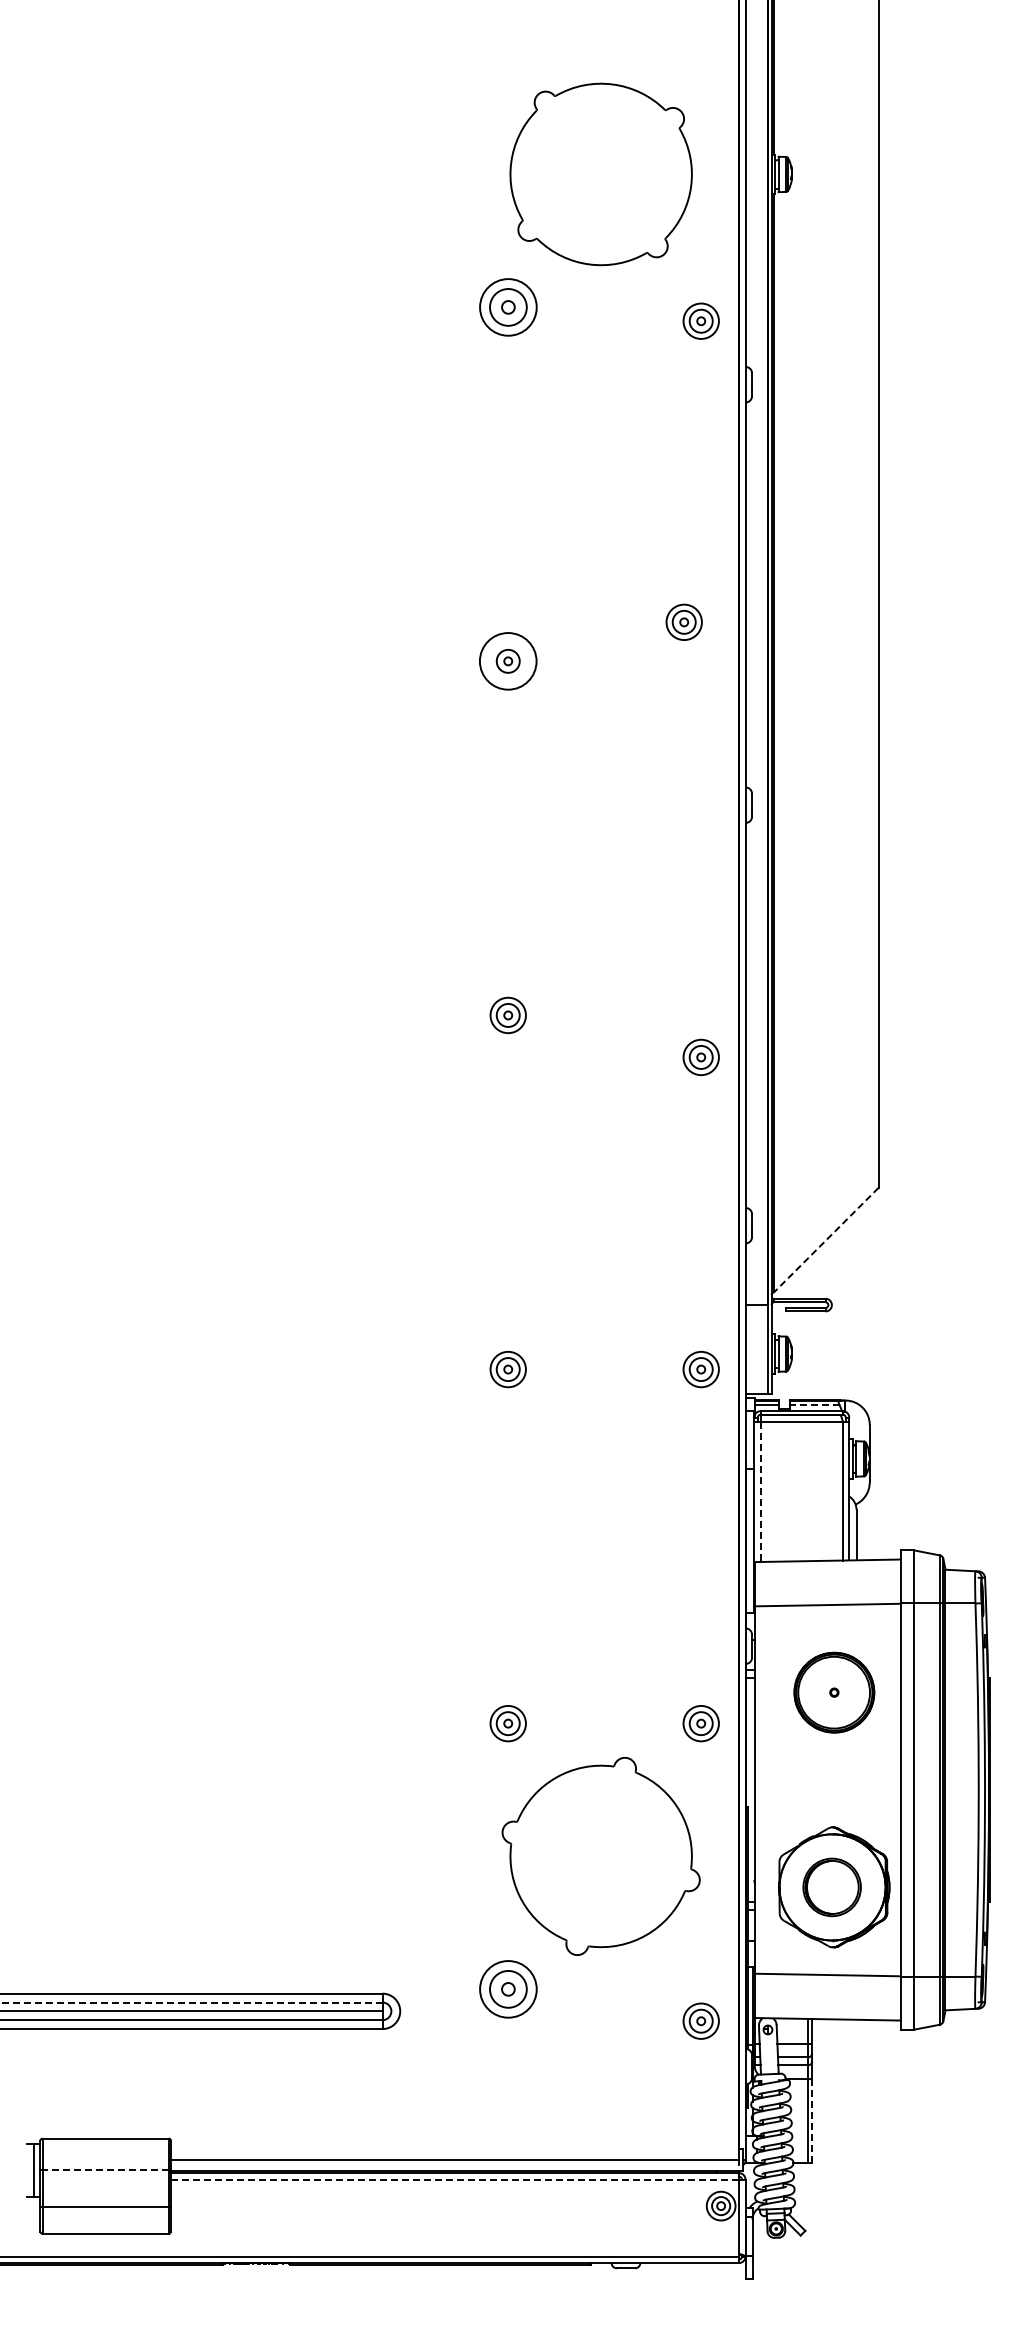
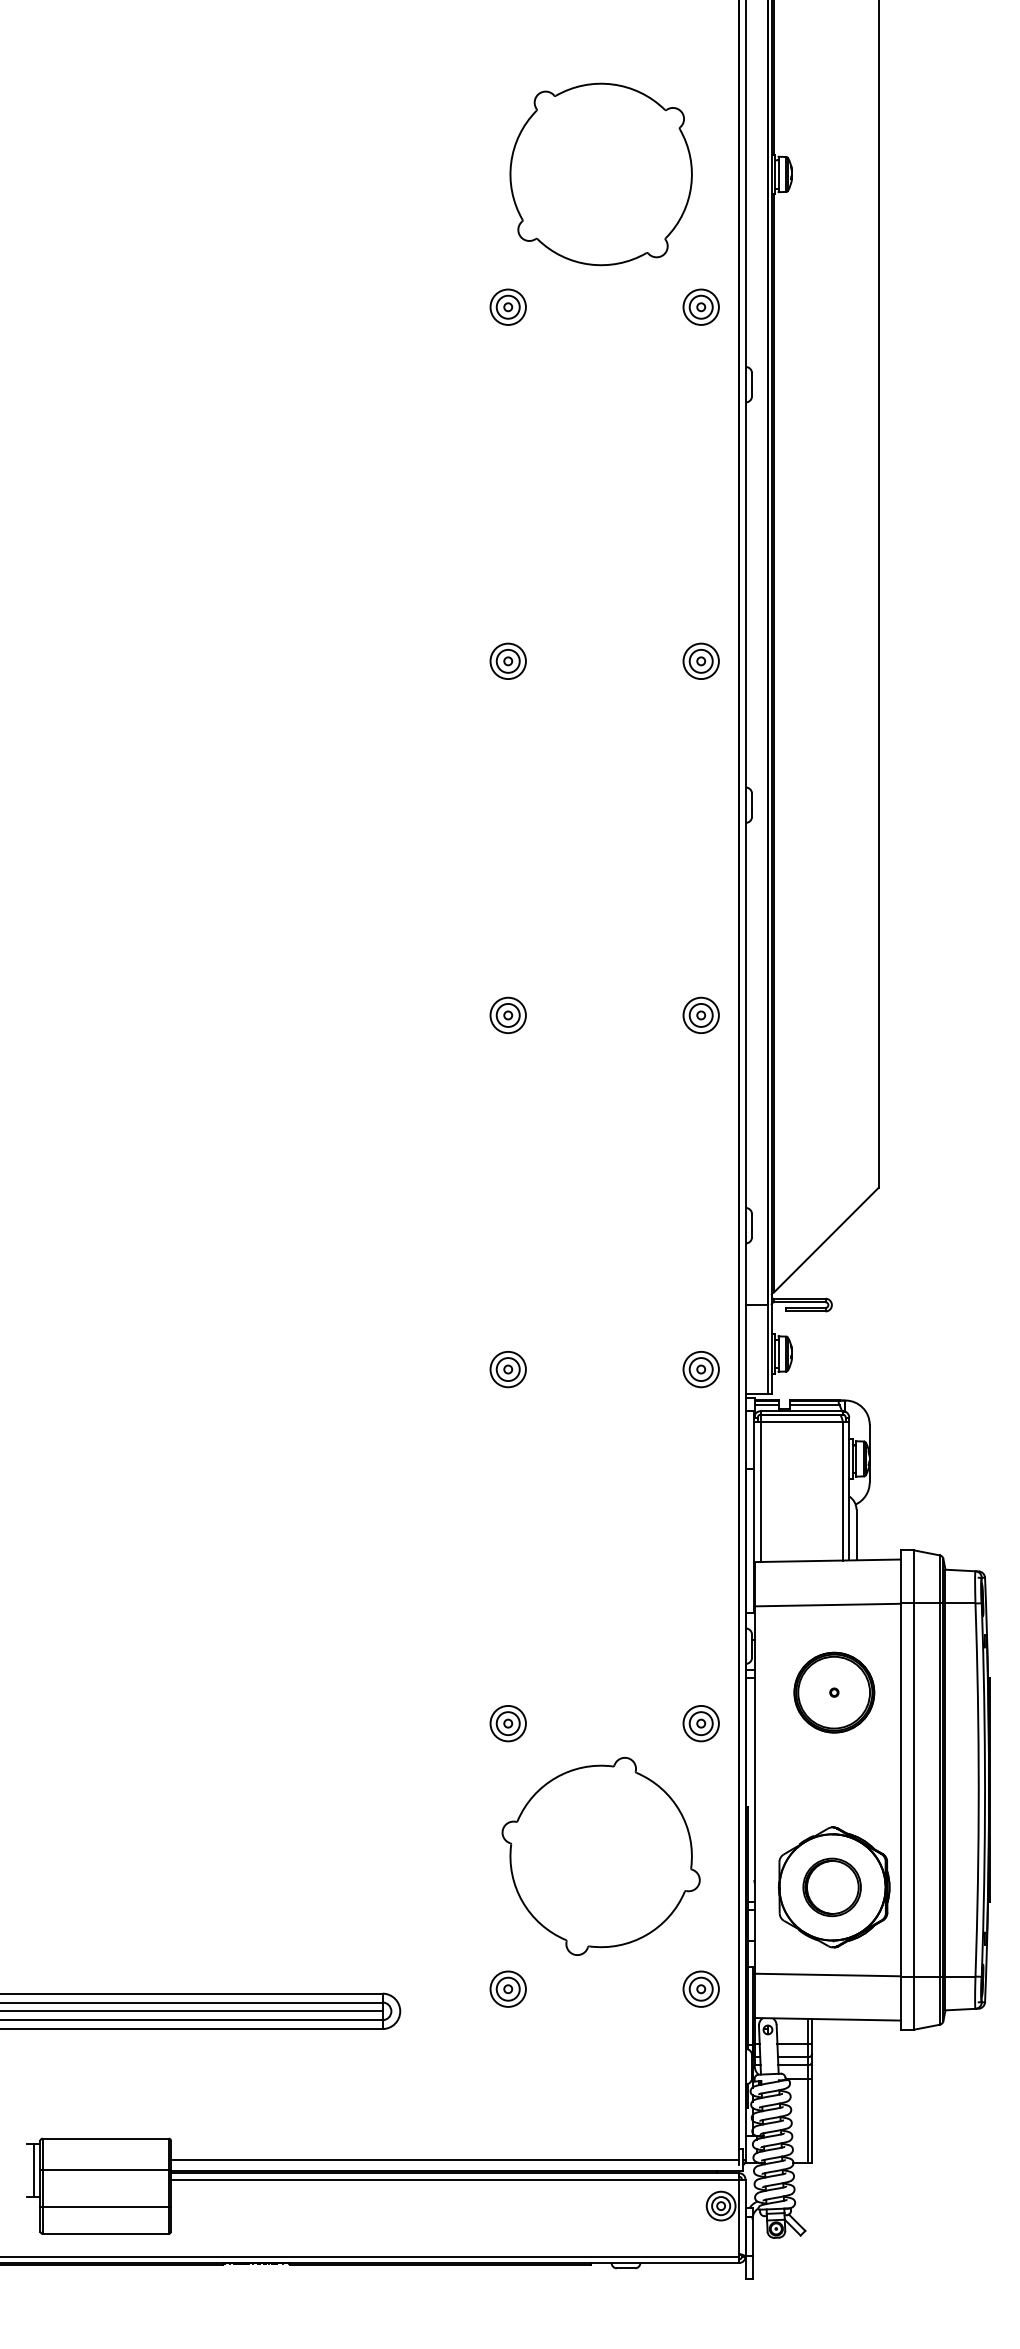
part at (508, 307) size: 59x59 px -> 38x38 px
part at (700, 320) position: (700, 320) -> (700, 306)
part at (683, 621) position: (683, 621) -> (700, 660)
circle at (507, 661) diameter: 57 px -> 35 px
part at (700, 1056) position: (700, 1056) -> (700, 1014)
line at (826, 1239): dashed -> solid
line at (814, 1405): dashed -> solid
line at (760, 1492): dashed -> solid
part at (508, 1989) size: 59x59 px -> 38x38 px
line at (191, 2002): dashed -> solid
part at (700, 2020) position: (700, 2020) -> (700, 1988)
line at (812, 2120): dashed -> solid
line at (105, 2170): dashed -> solid
line at (455, 2179): dashed -> solid
